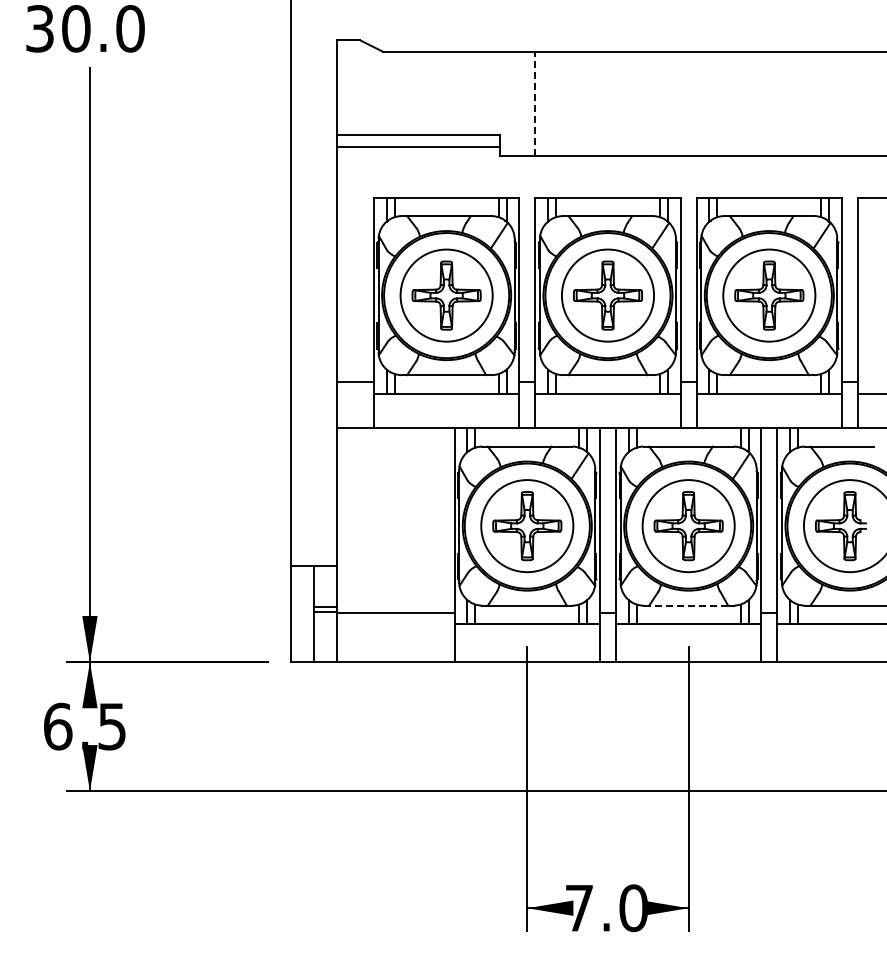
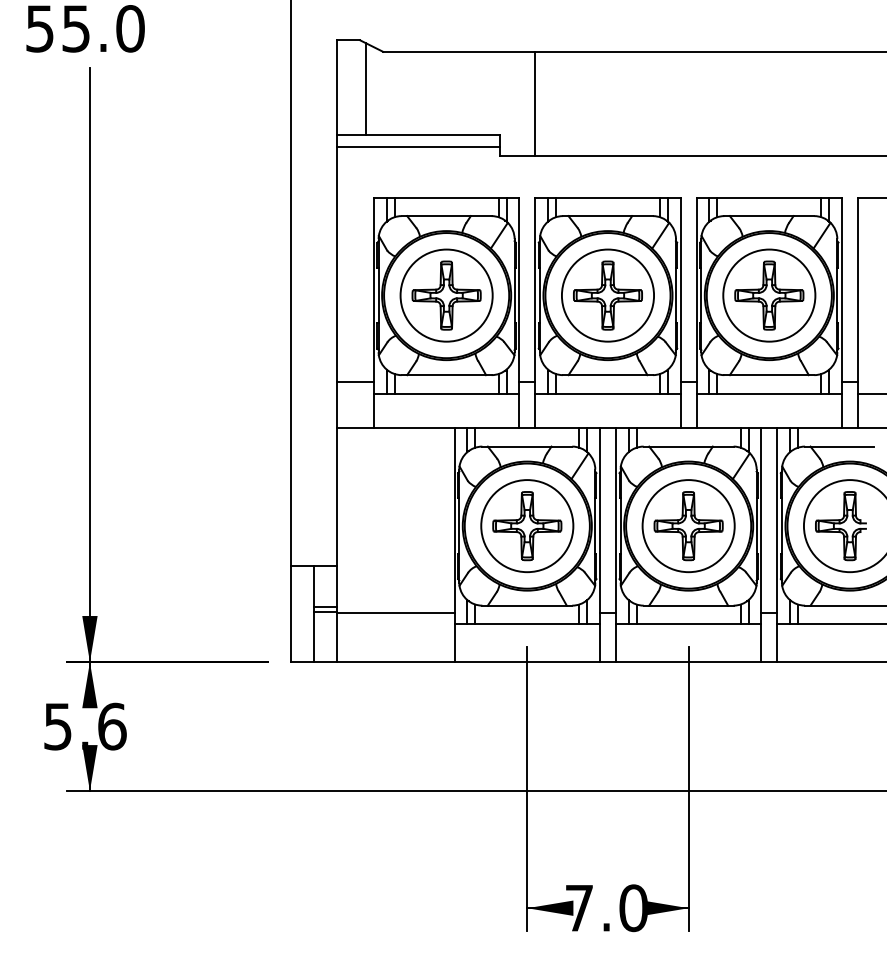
text at (58, 28): 30.0 -> 55.0
line at (365, 89): none -> present
line at (534, 103): dashed -> solid
line at (688, 605): dashed -> solid
text at (85, 726): 6.5 -> 5.6
